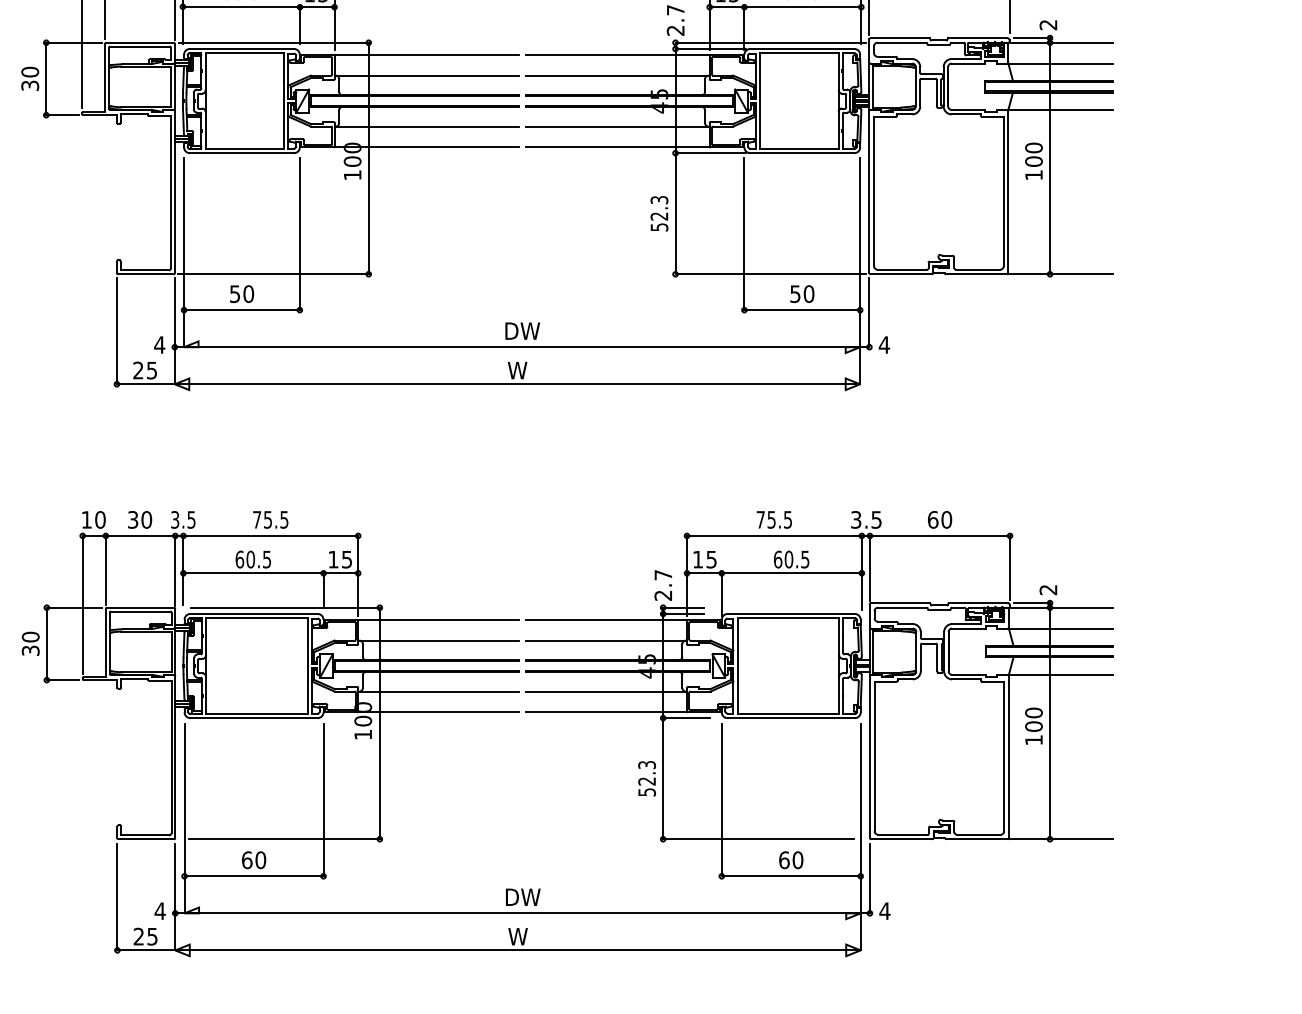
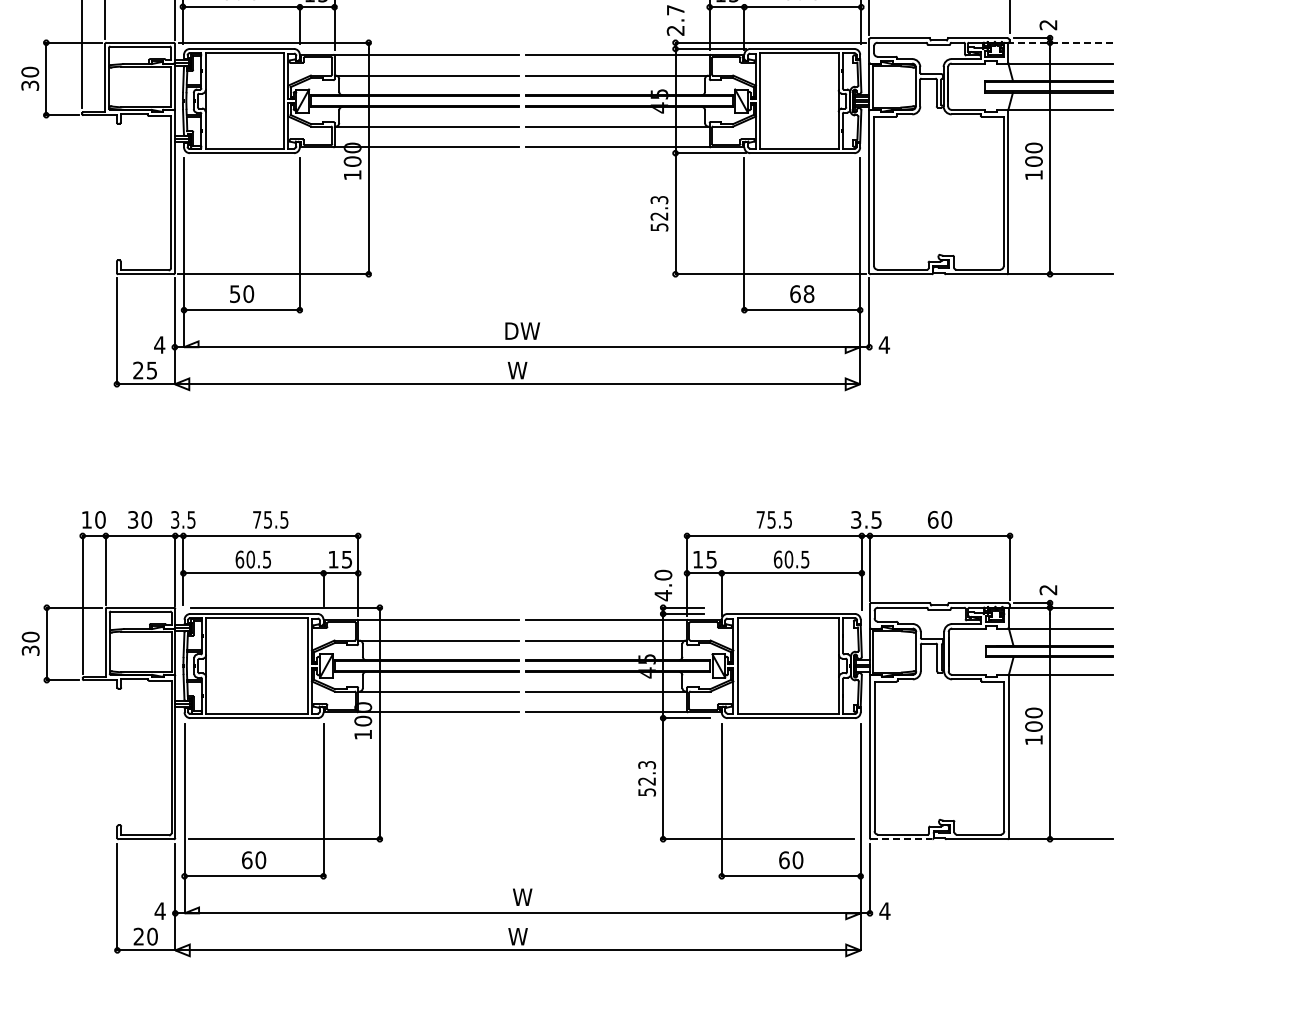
line at (1059, 42): solid -> dashed
text at (802, 294): 50 -> 68
text at (663, 585): 2.7 -> 4.0
line at (901, 839): solid -> dashed
text at (523, 896): DW -> W
text at (152, 936): 25 -> 20
